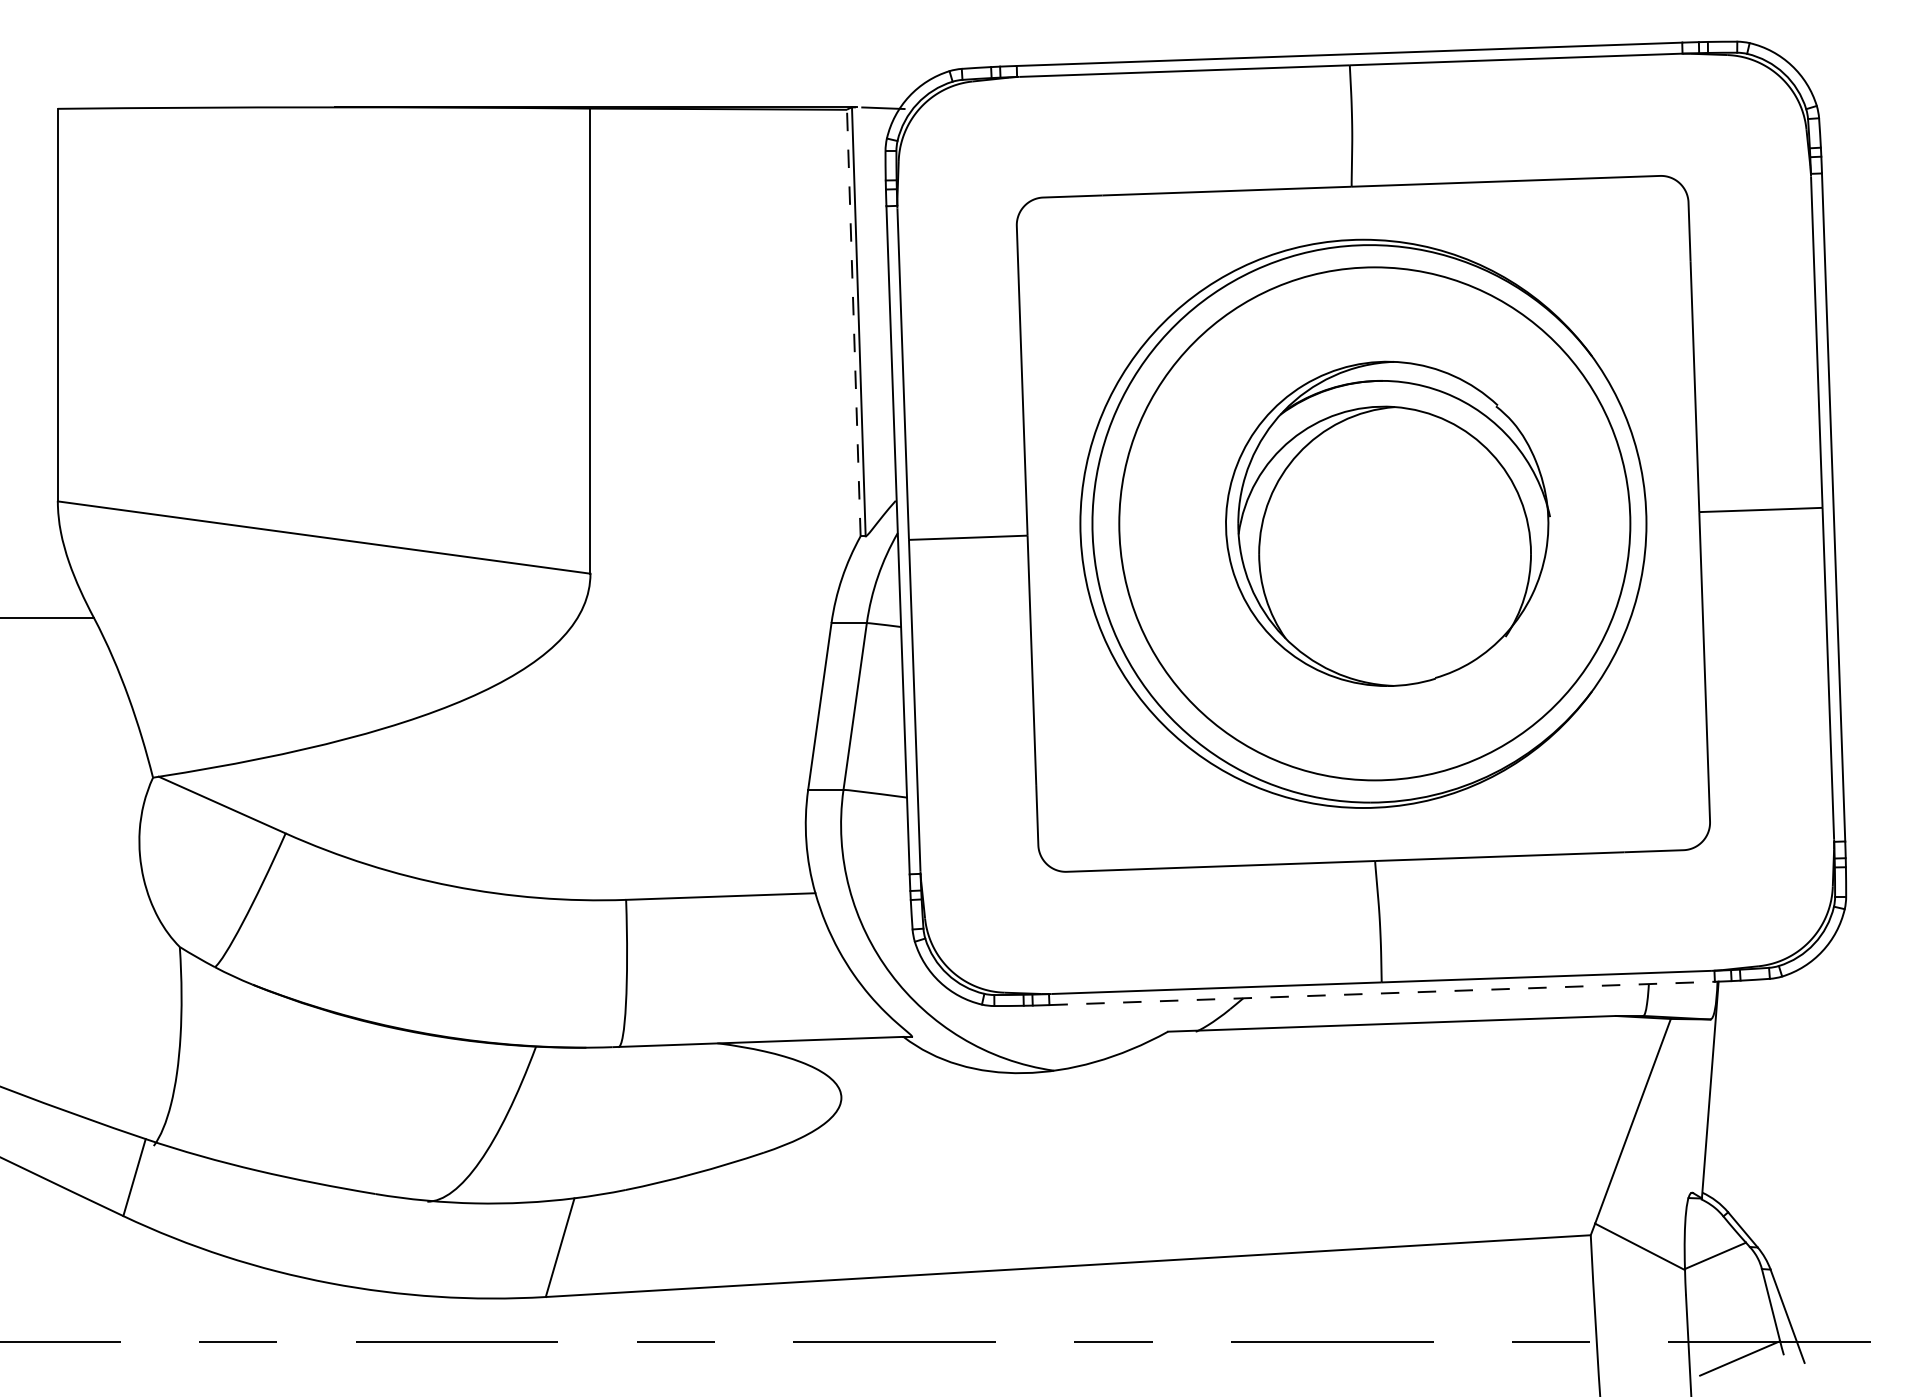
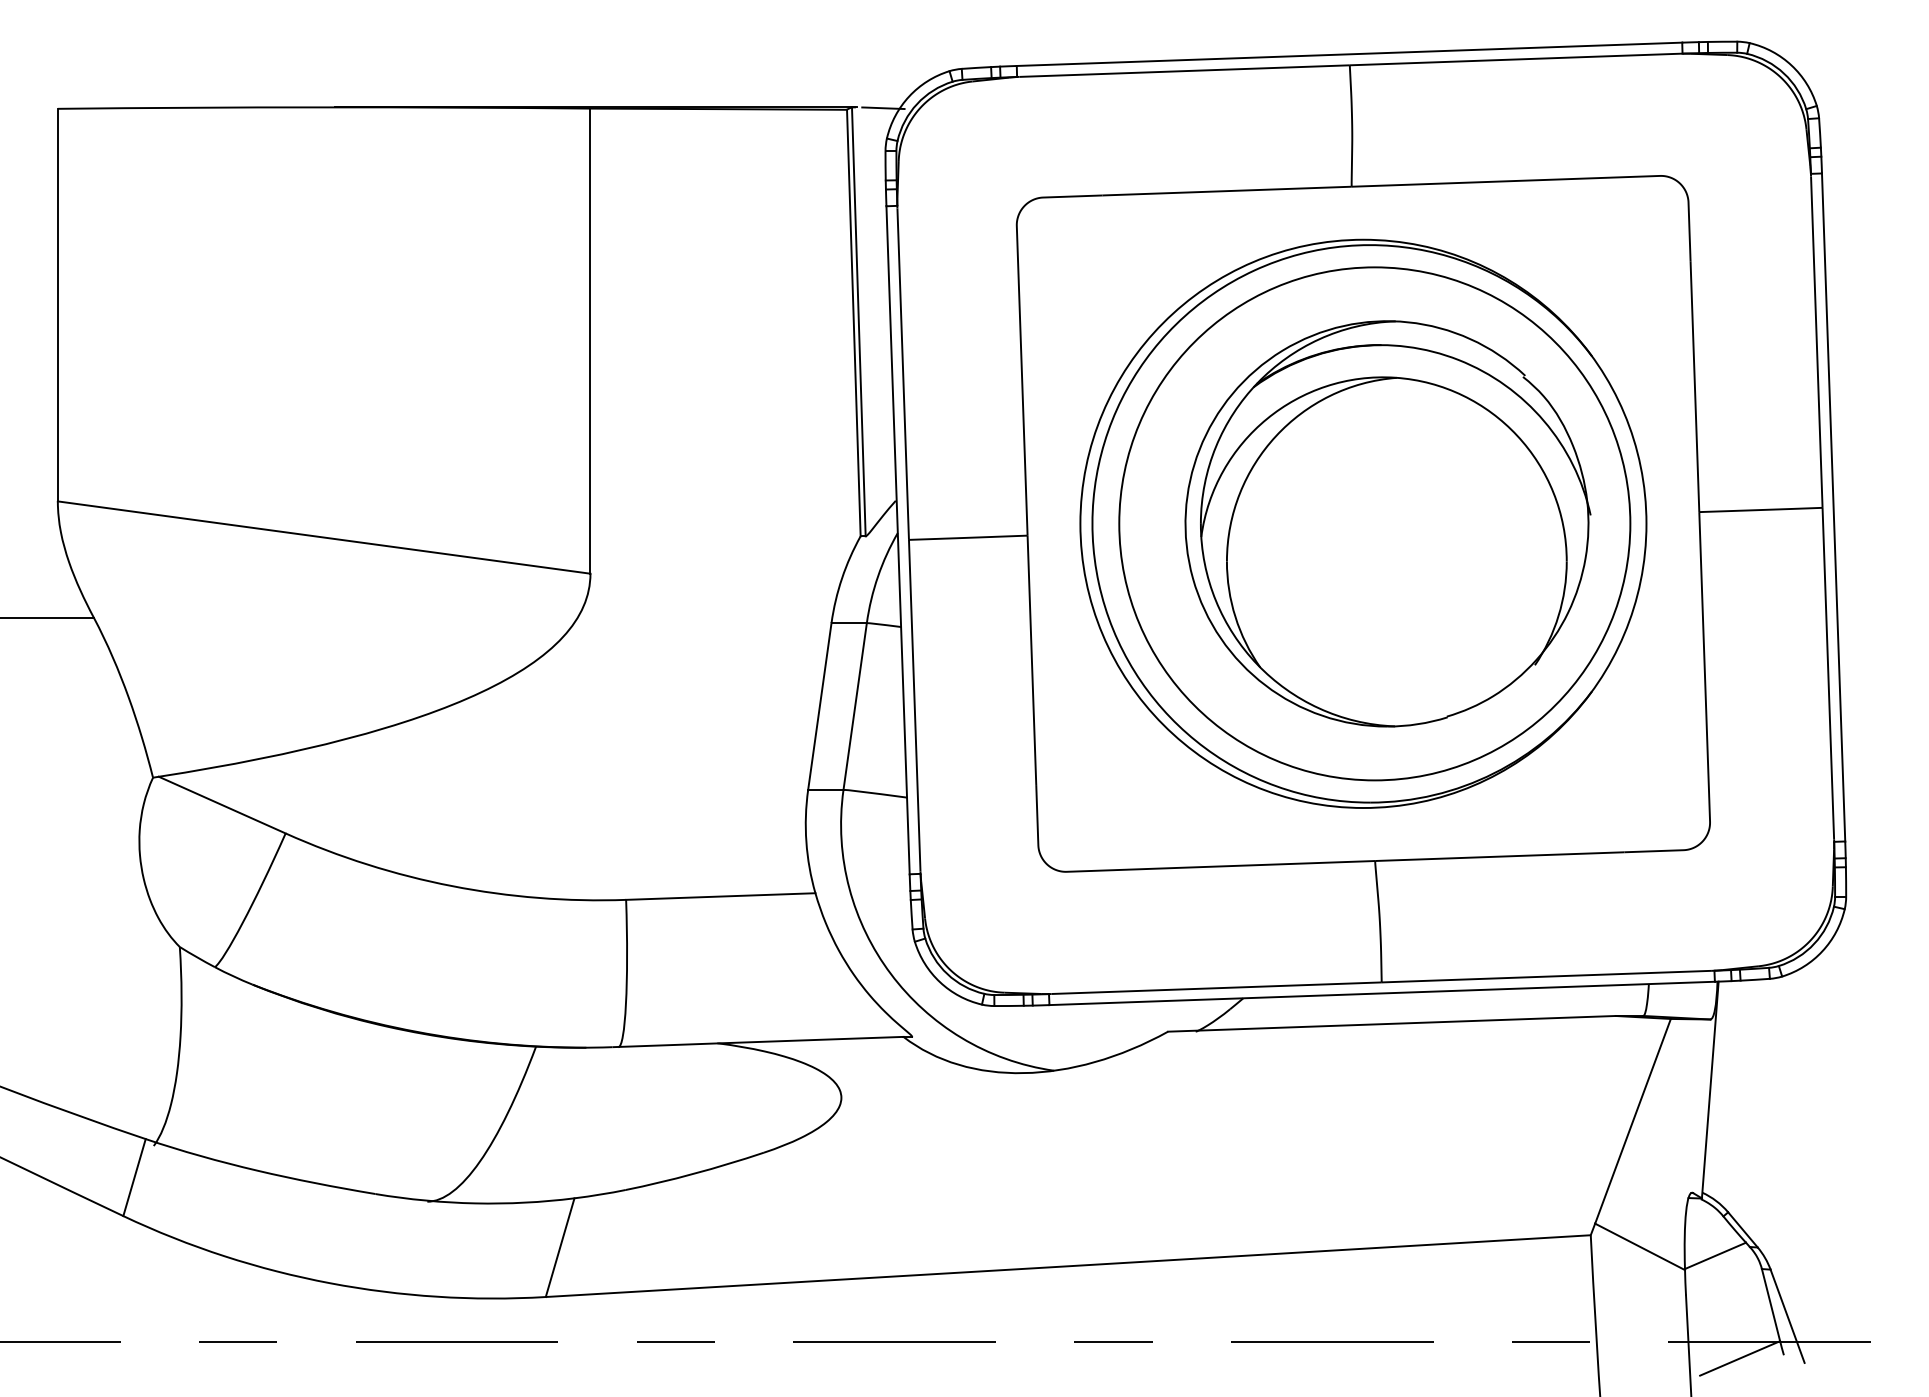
line at (853, 322): dashed -> solid
part at (1387, 523) size: 326x327 px -> 408x408 px
line at (1382, 993): dashed -> solid
